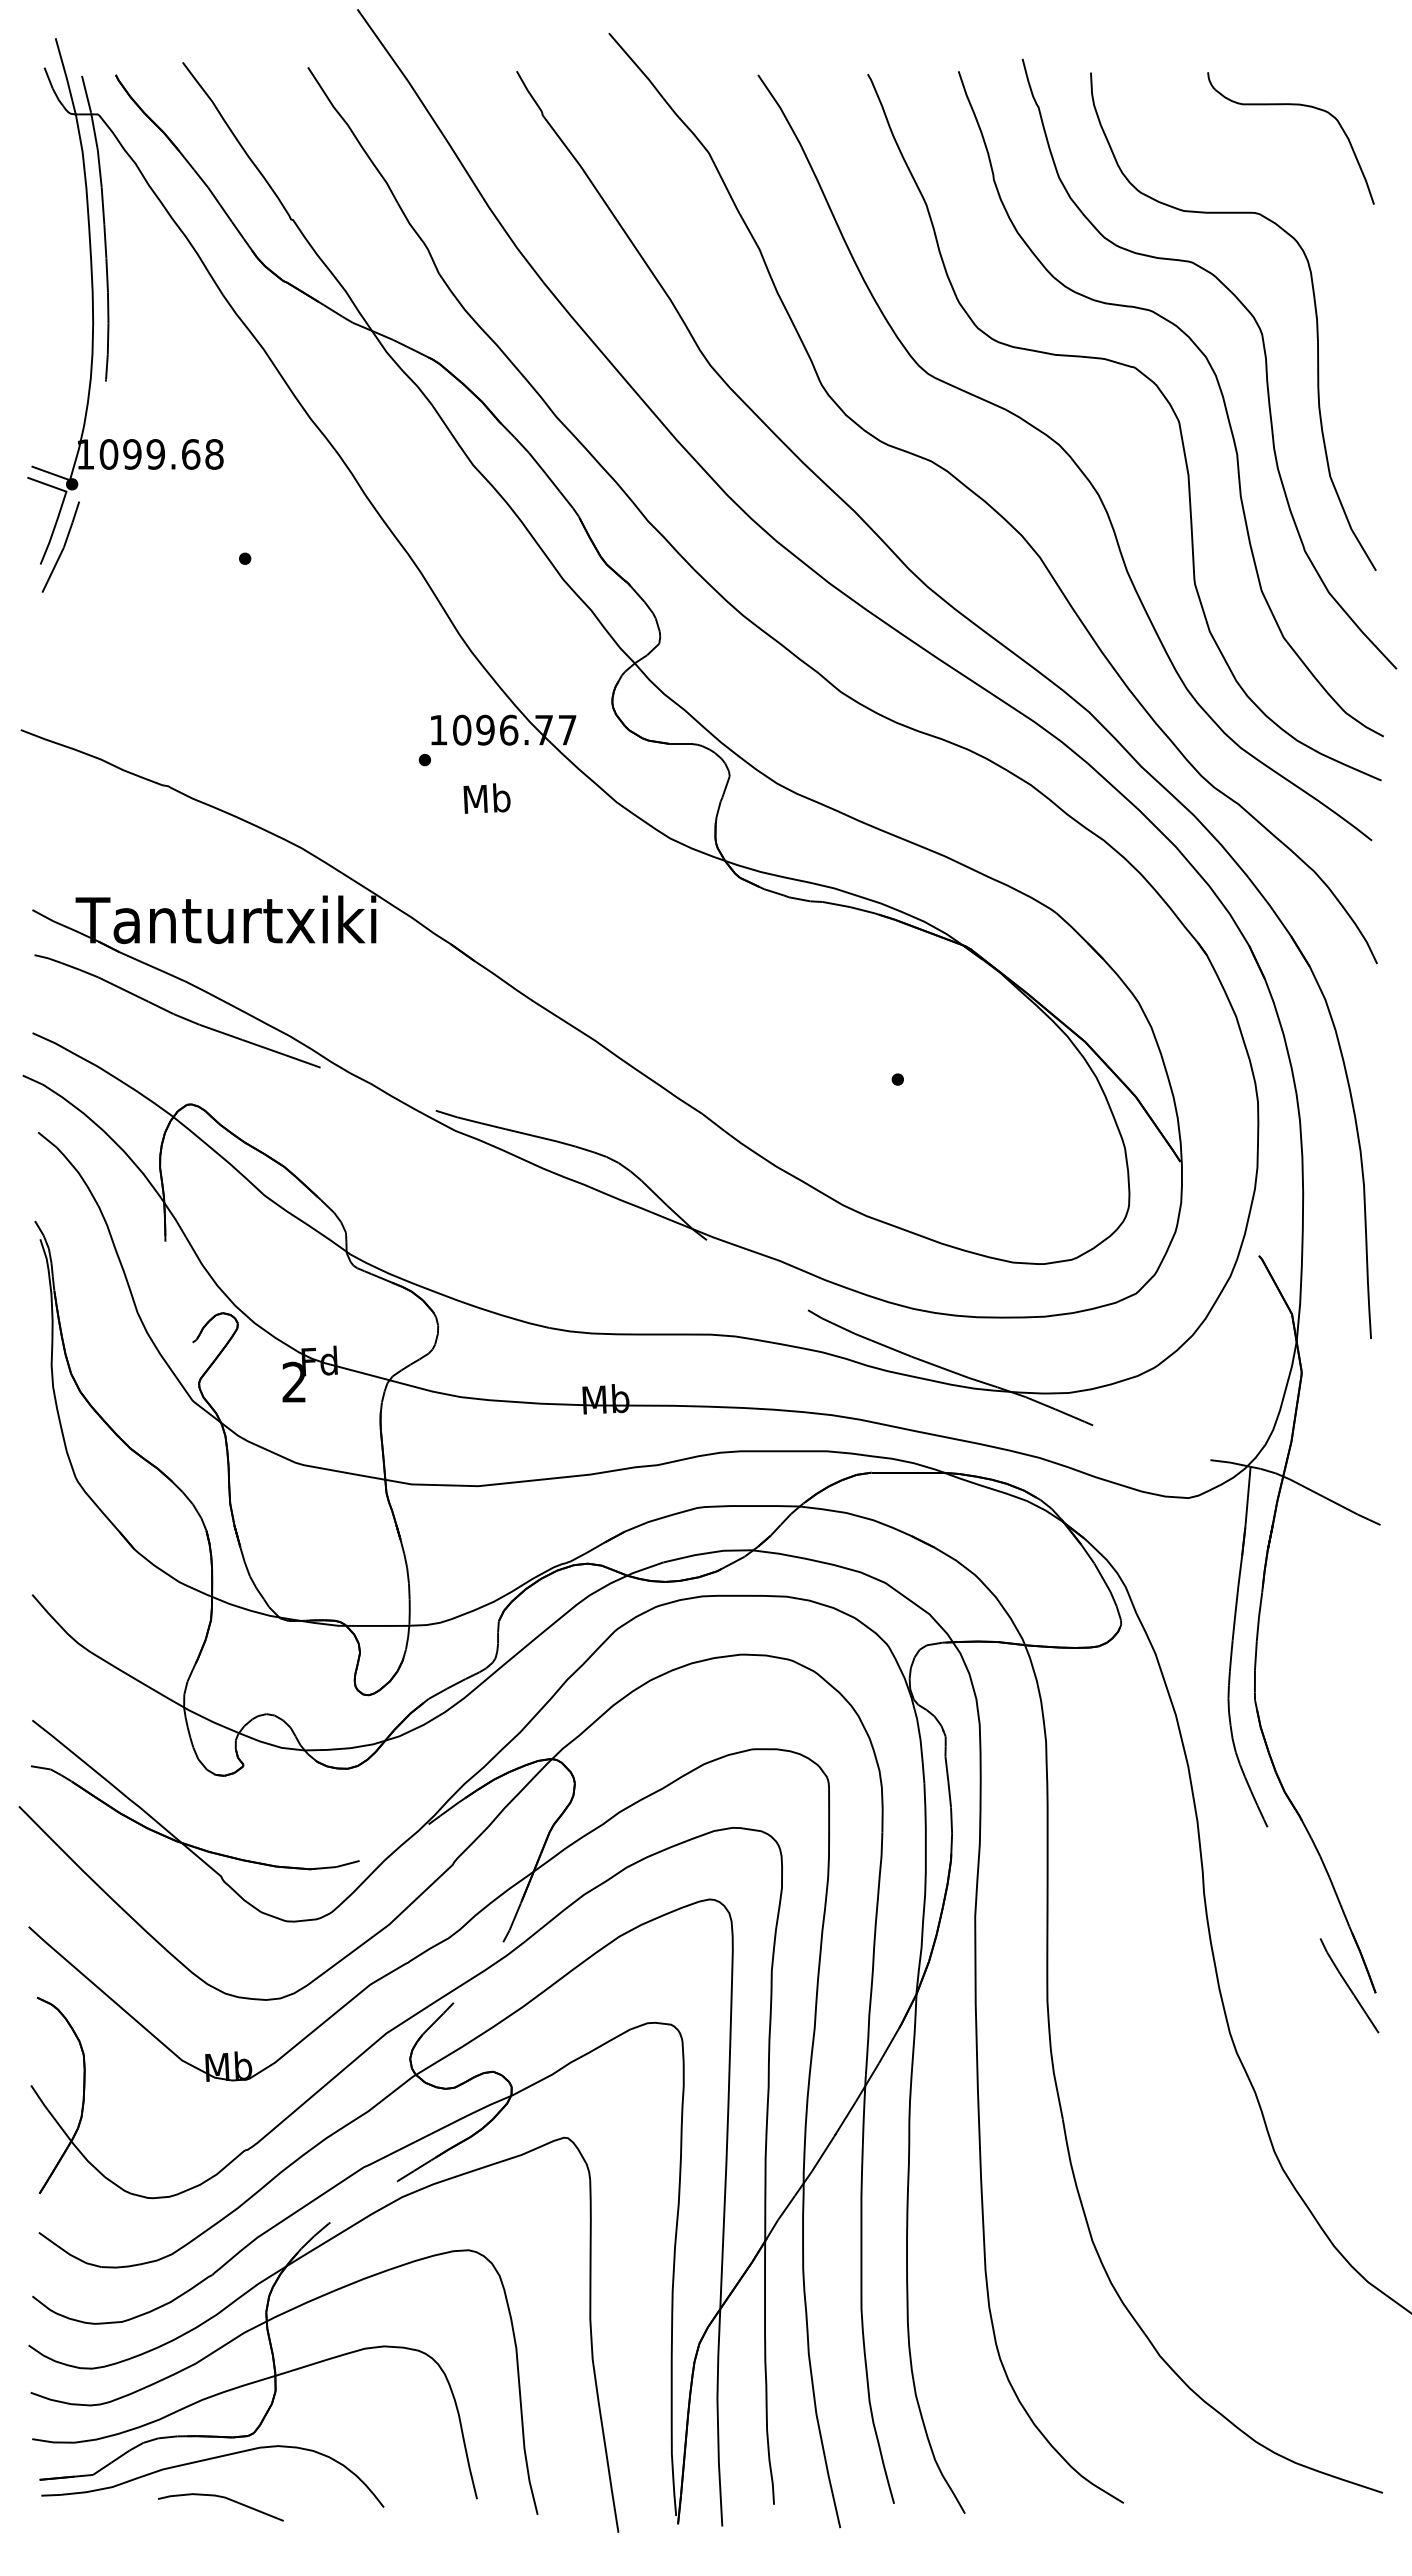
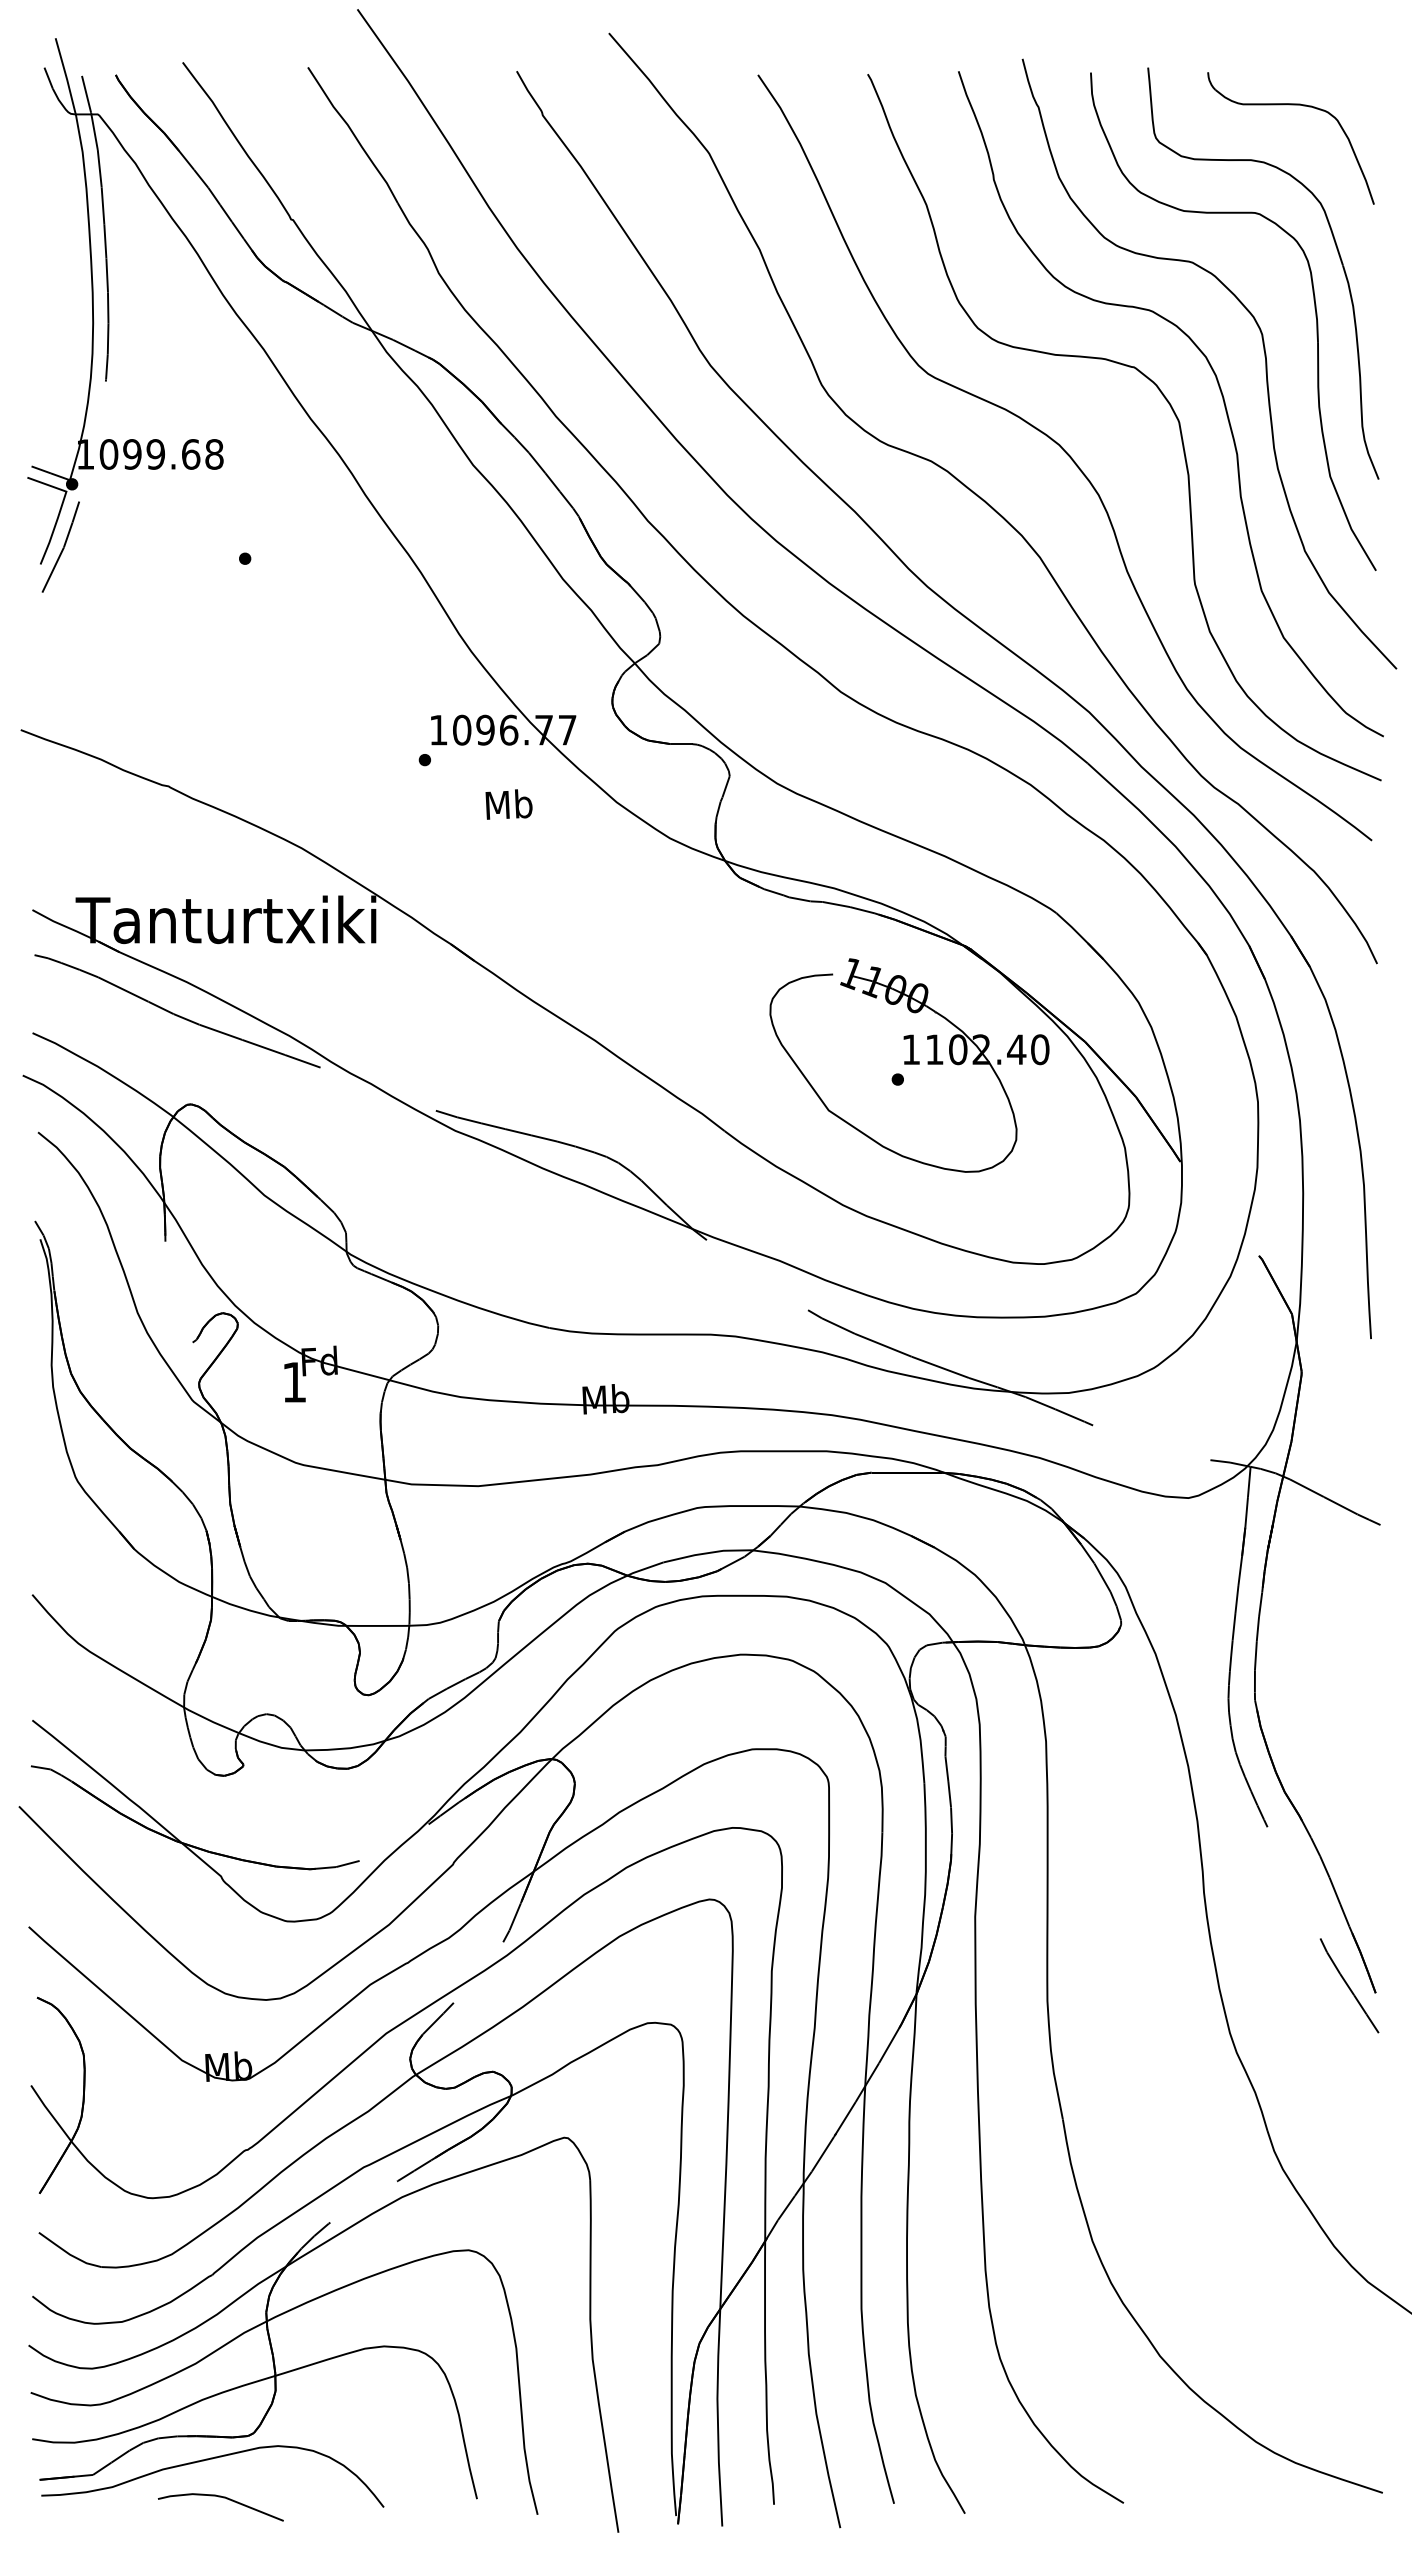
part at (1336, 249): none -> present
text at (486, 798) position: (486, 798) -> (508, 804)
part at (909, 1065): none -> present
text at (293, 1381): 2 -> 1
